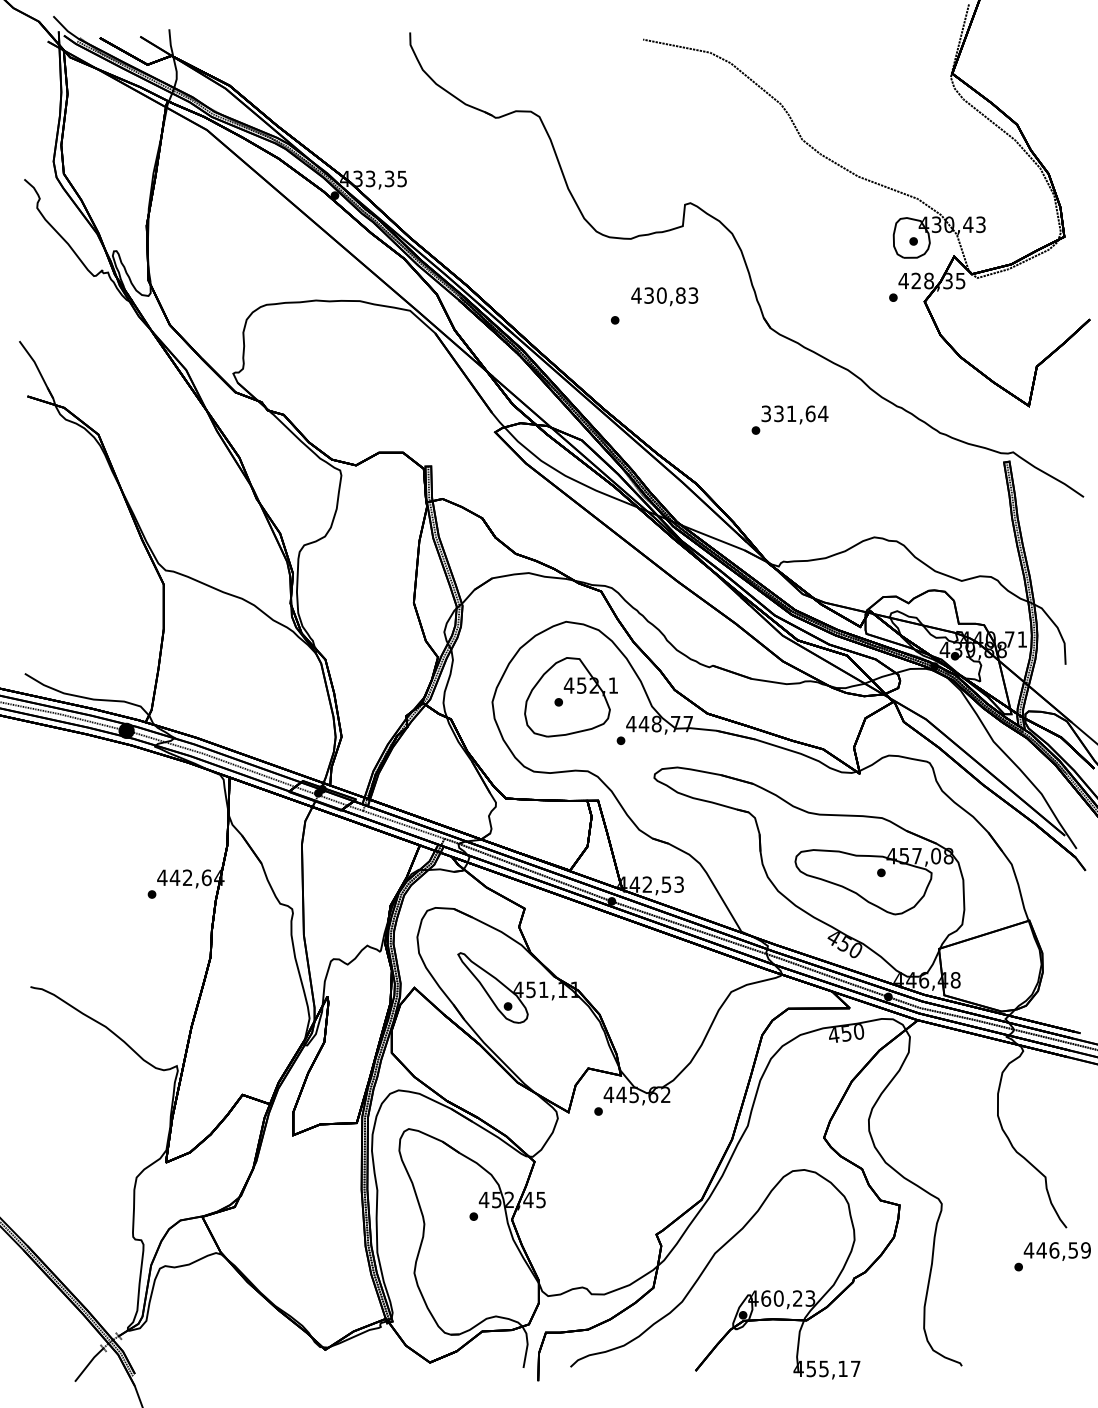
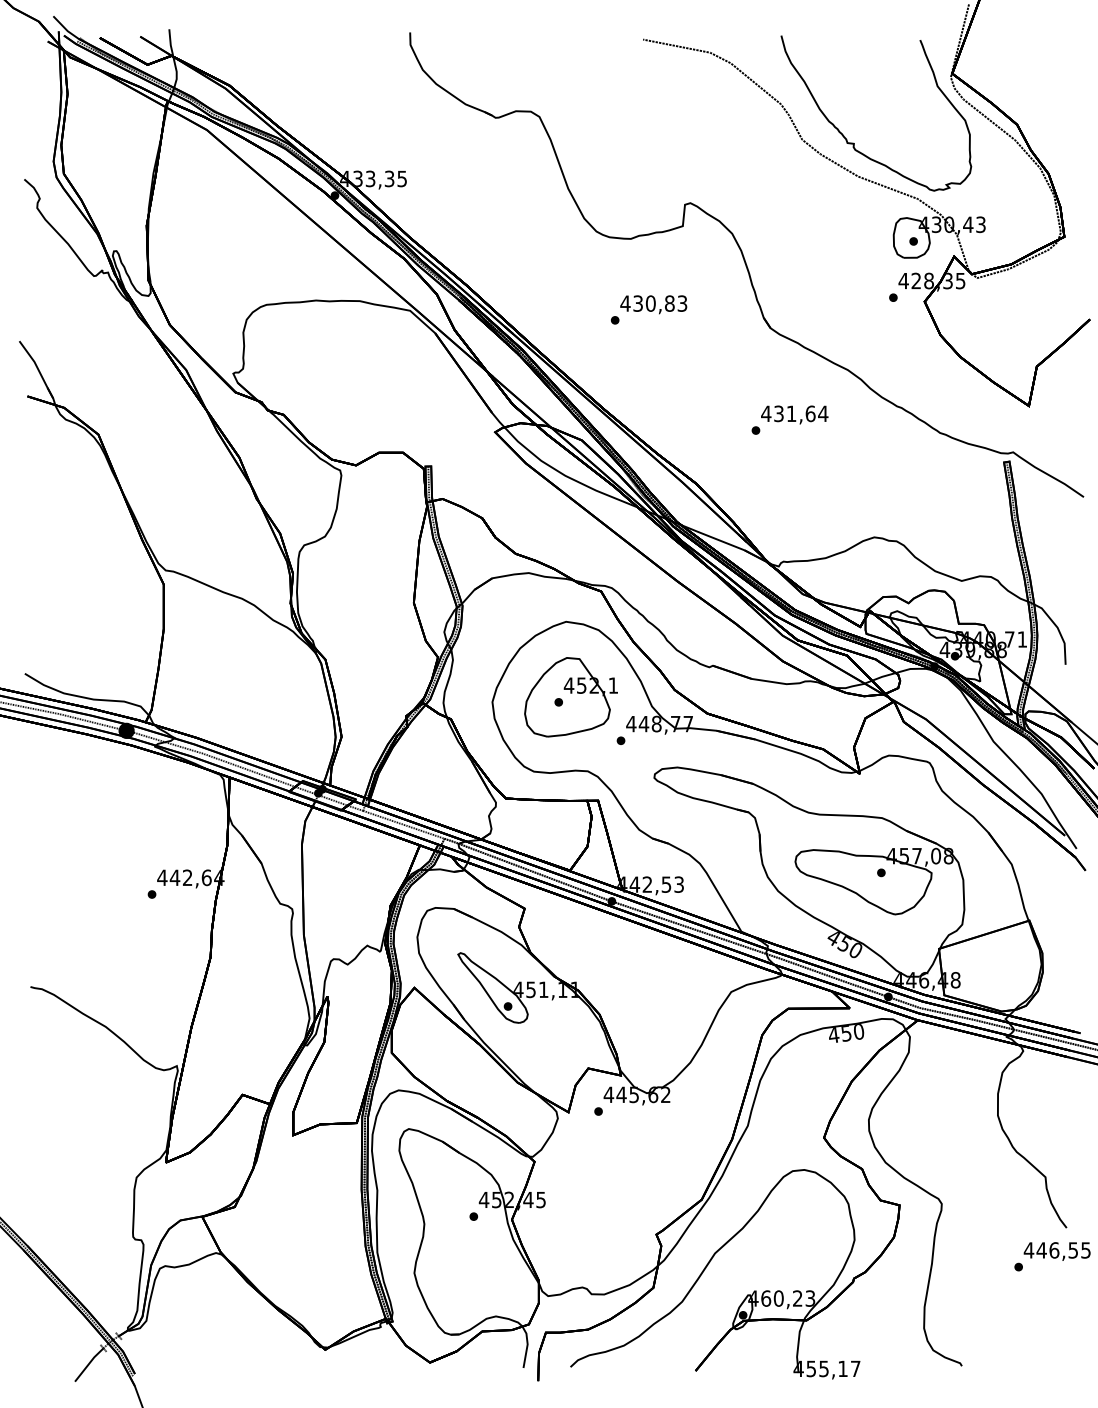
curve at (853, 142): none -> present
text at (664, 296) position: (664, 296) -> (653, 304)
text at (766, 413): 331,64 -> 431,64
text at (1085, 1250): 446,59 -> 446,55
